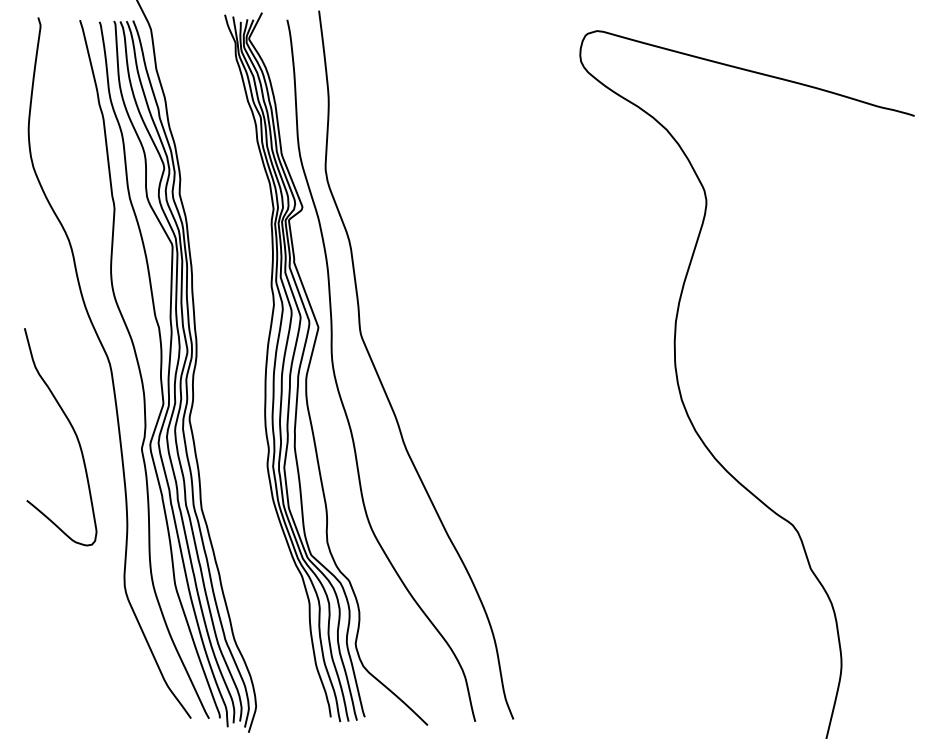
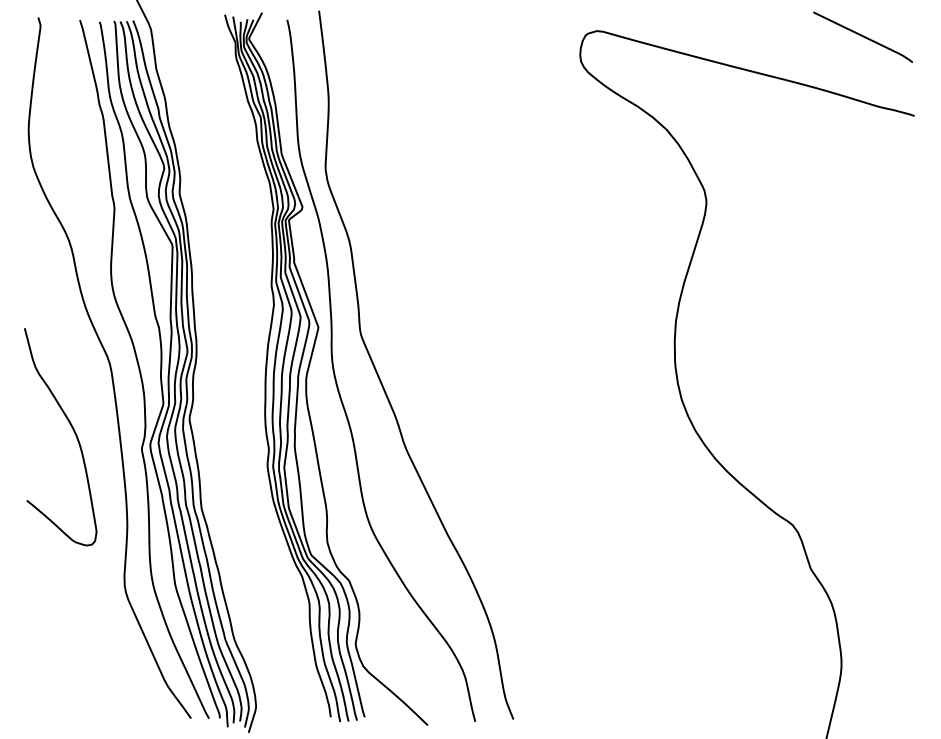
line at (863, 36): none -> present
